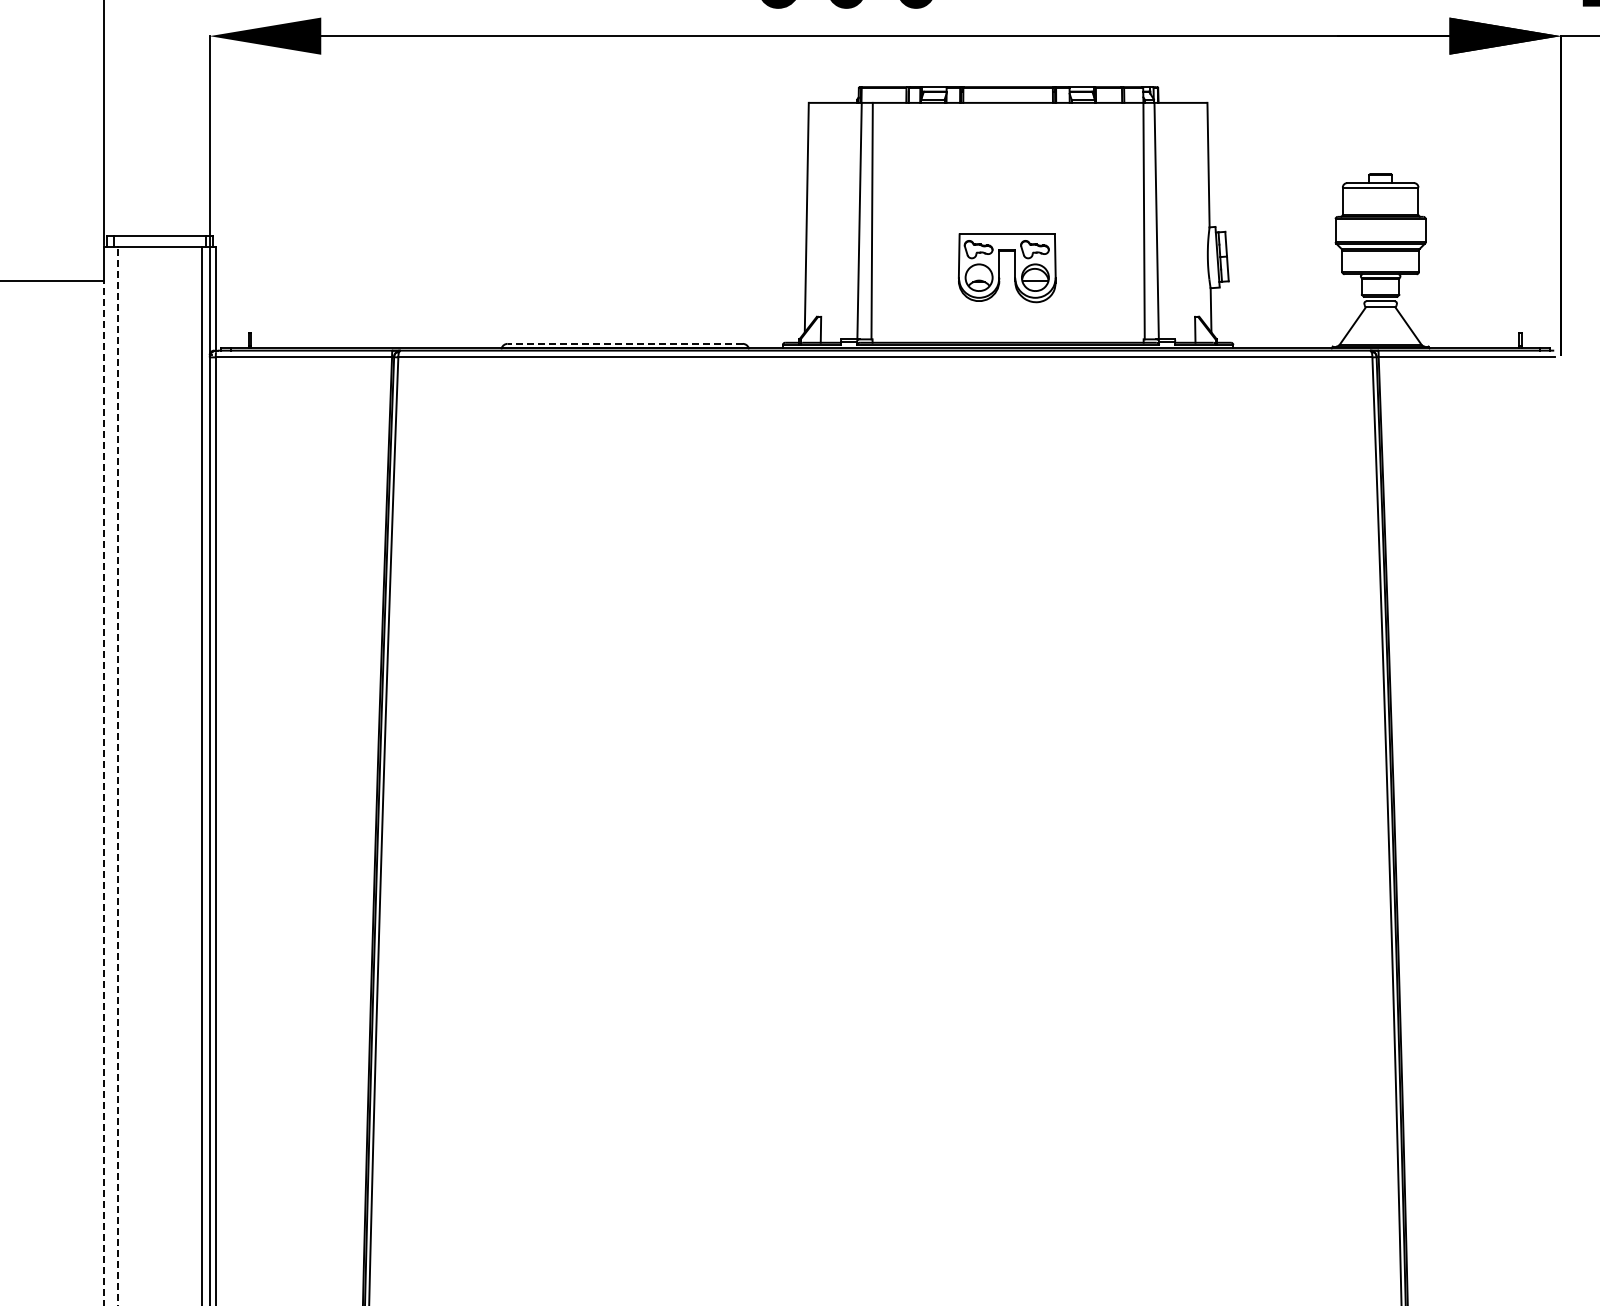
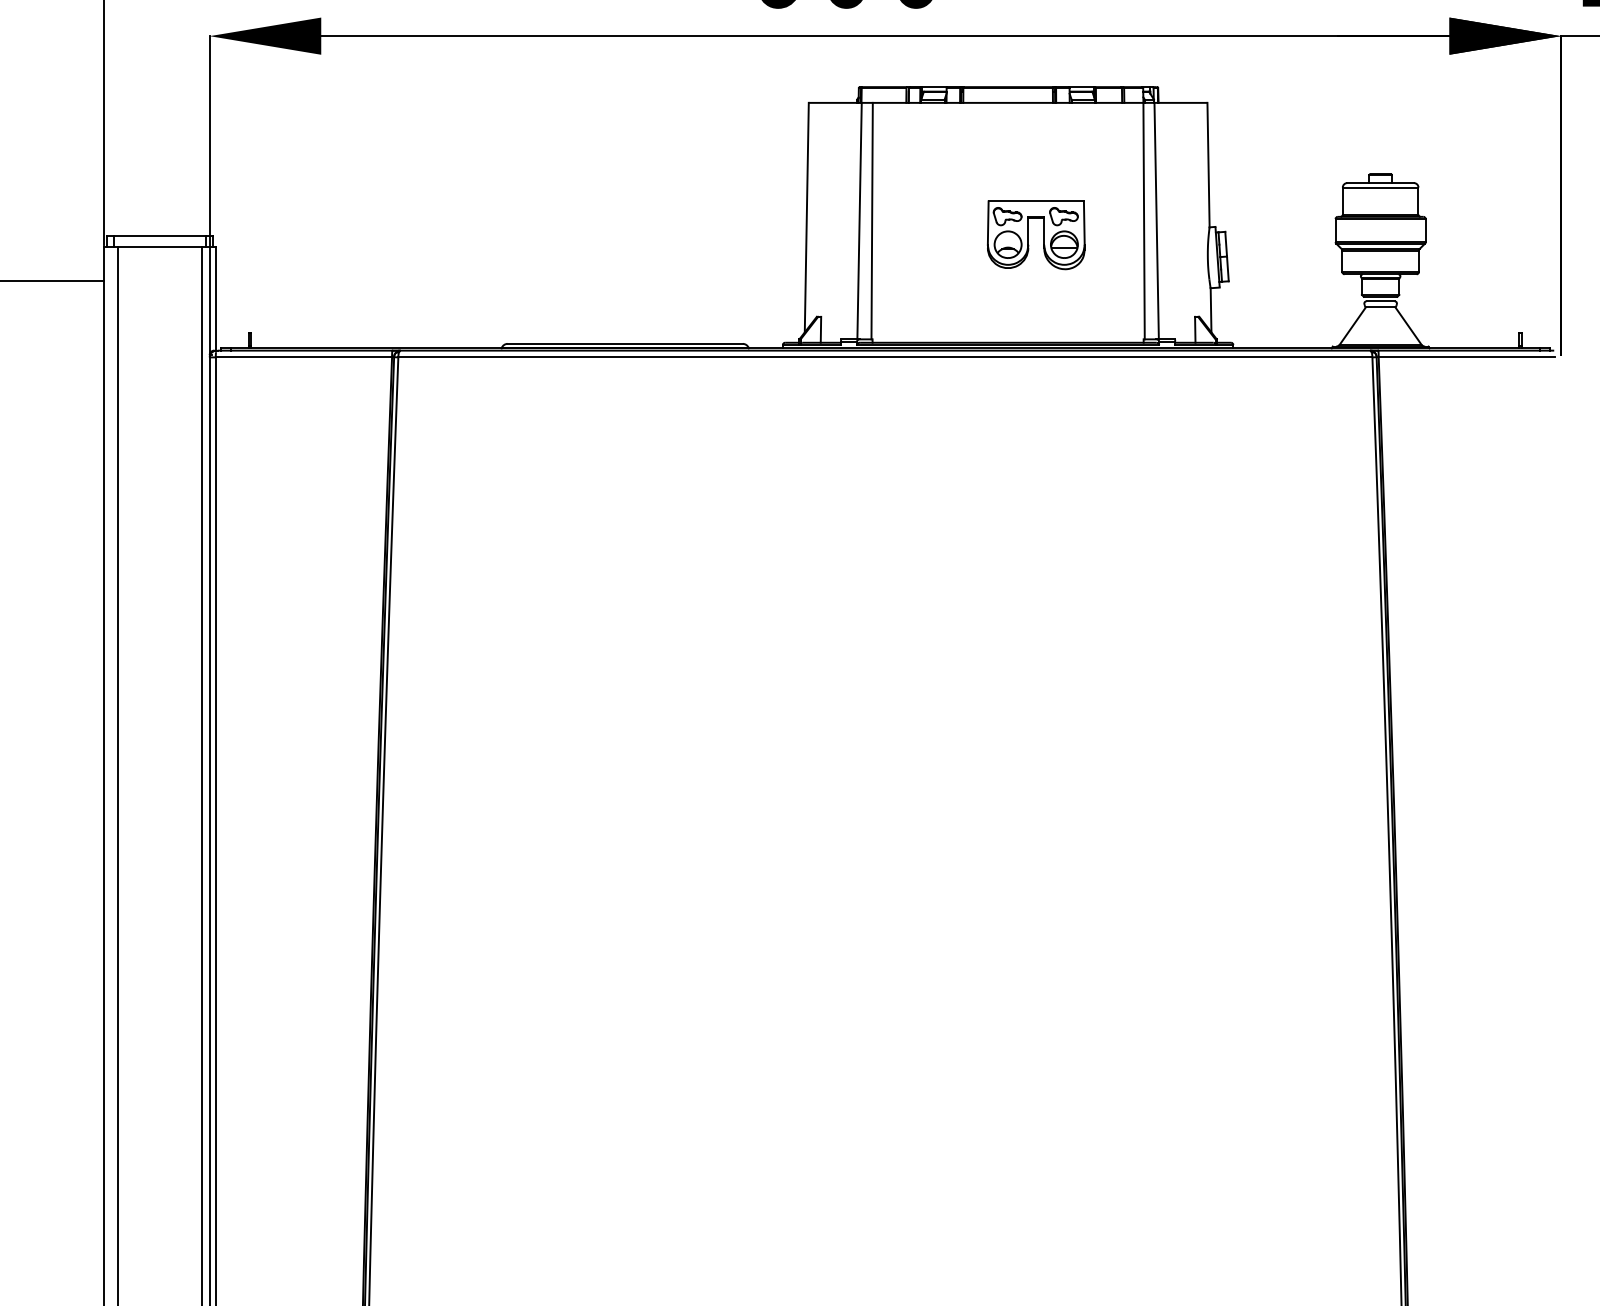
part at (1014, 268) position: (1014, 268) -> (1043, 235)
line at (625, 343): dashed -> solid
line at (118, 775): dashed -> solid
line at (103, 792): dashed -> solid
